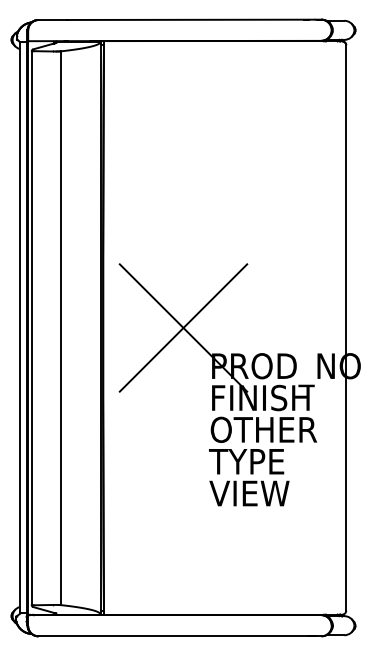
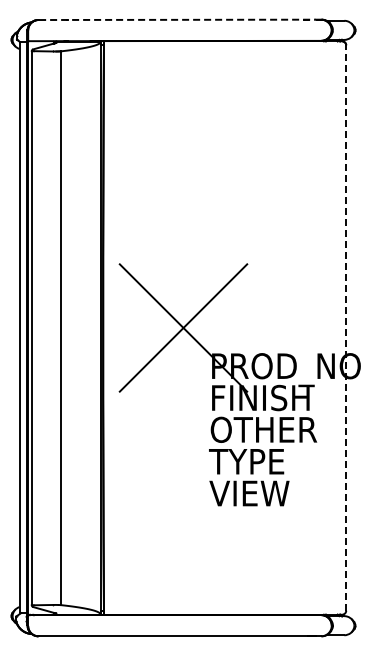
line at (179, 19): solid -> dashed
line at (346, 328): solid -> dashed
